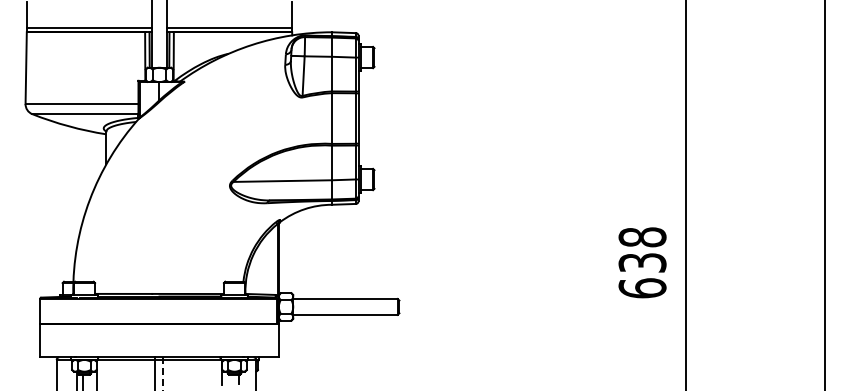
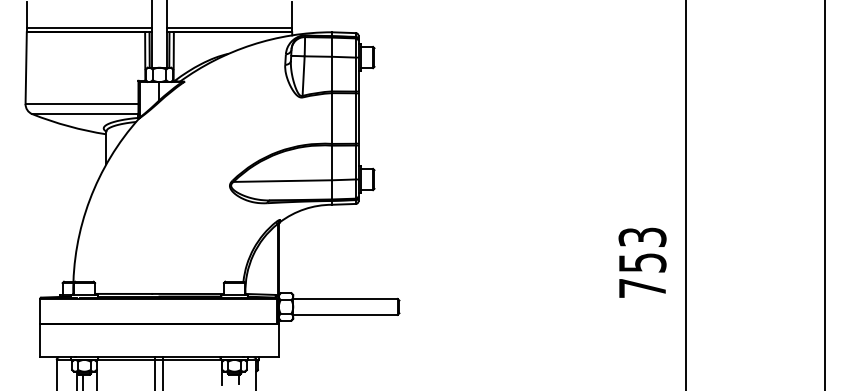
text at (642, 262): 638 -> 753
line at (163, 374): dashed -> solid
